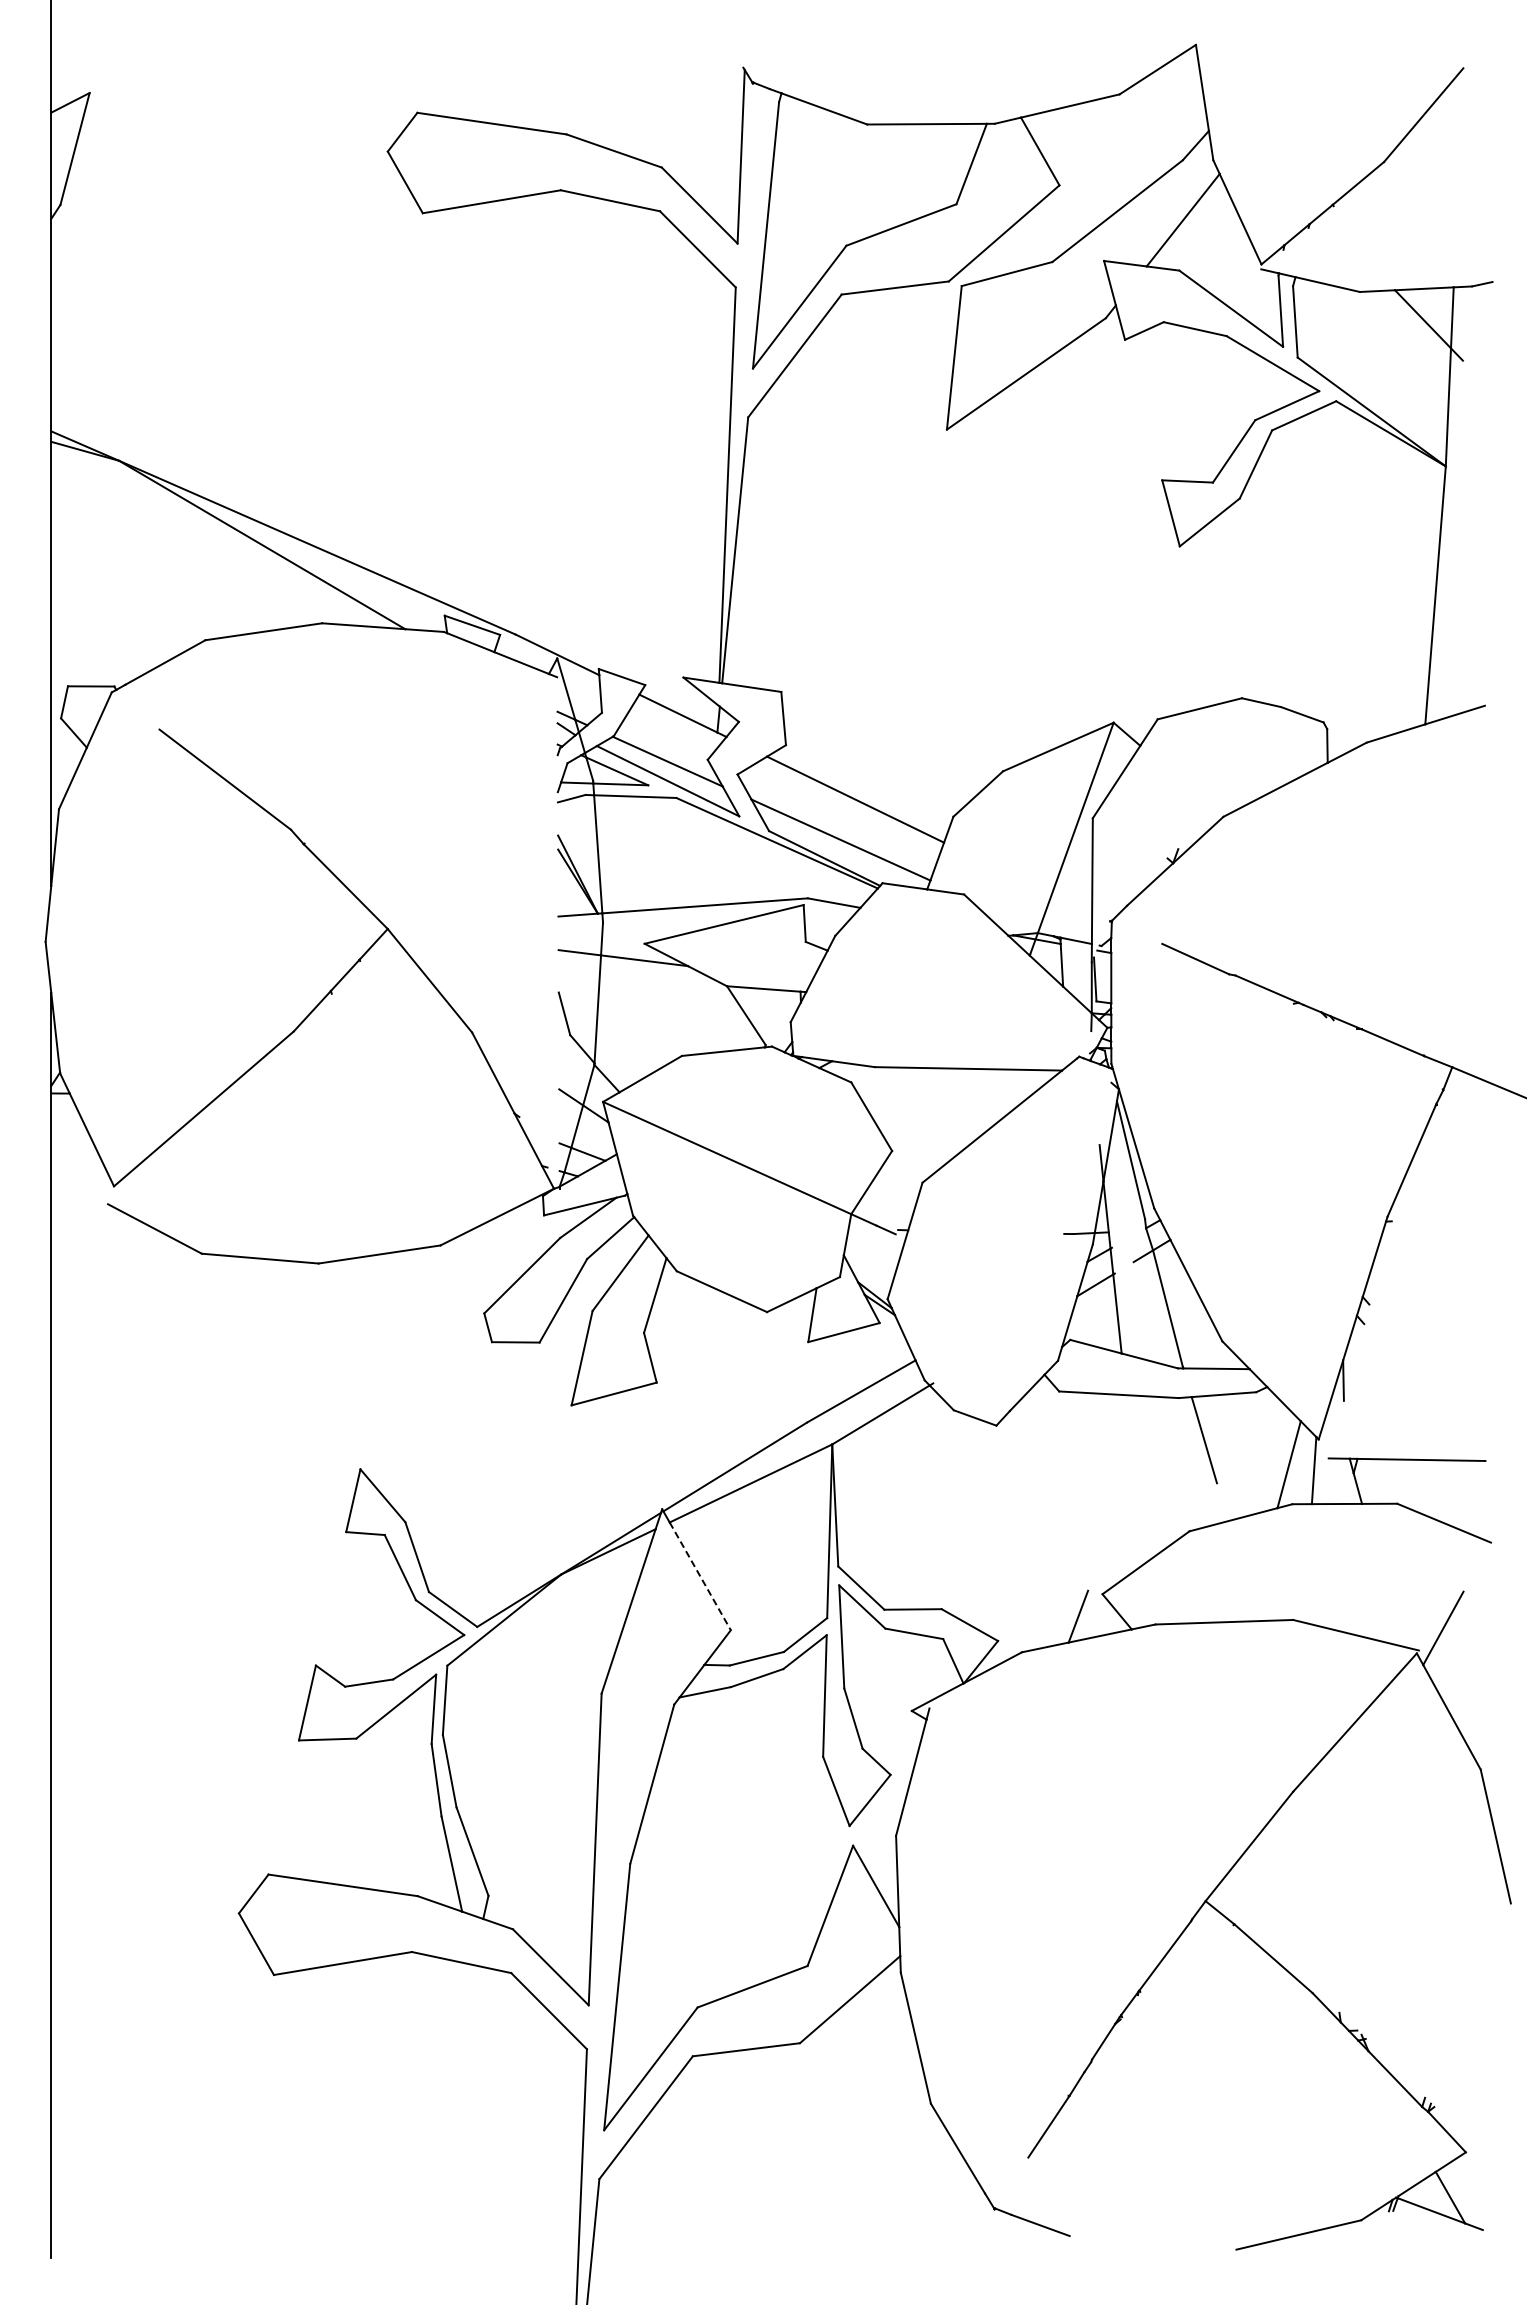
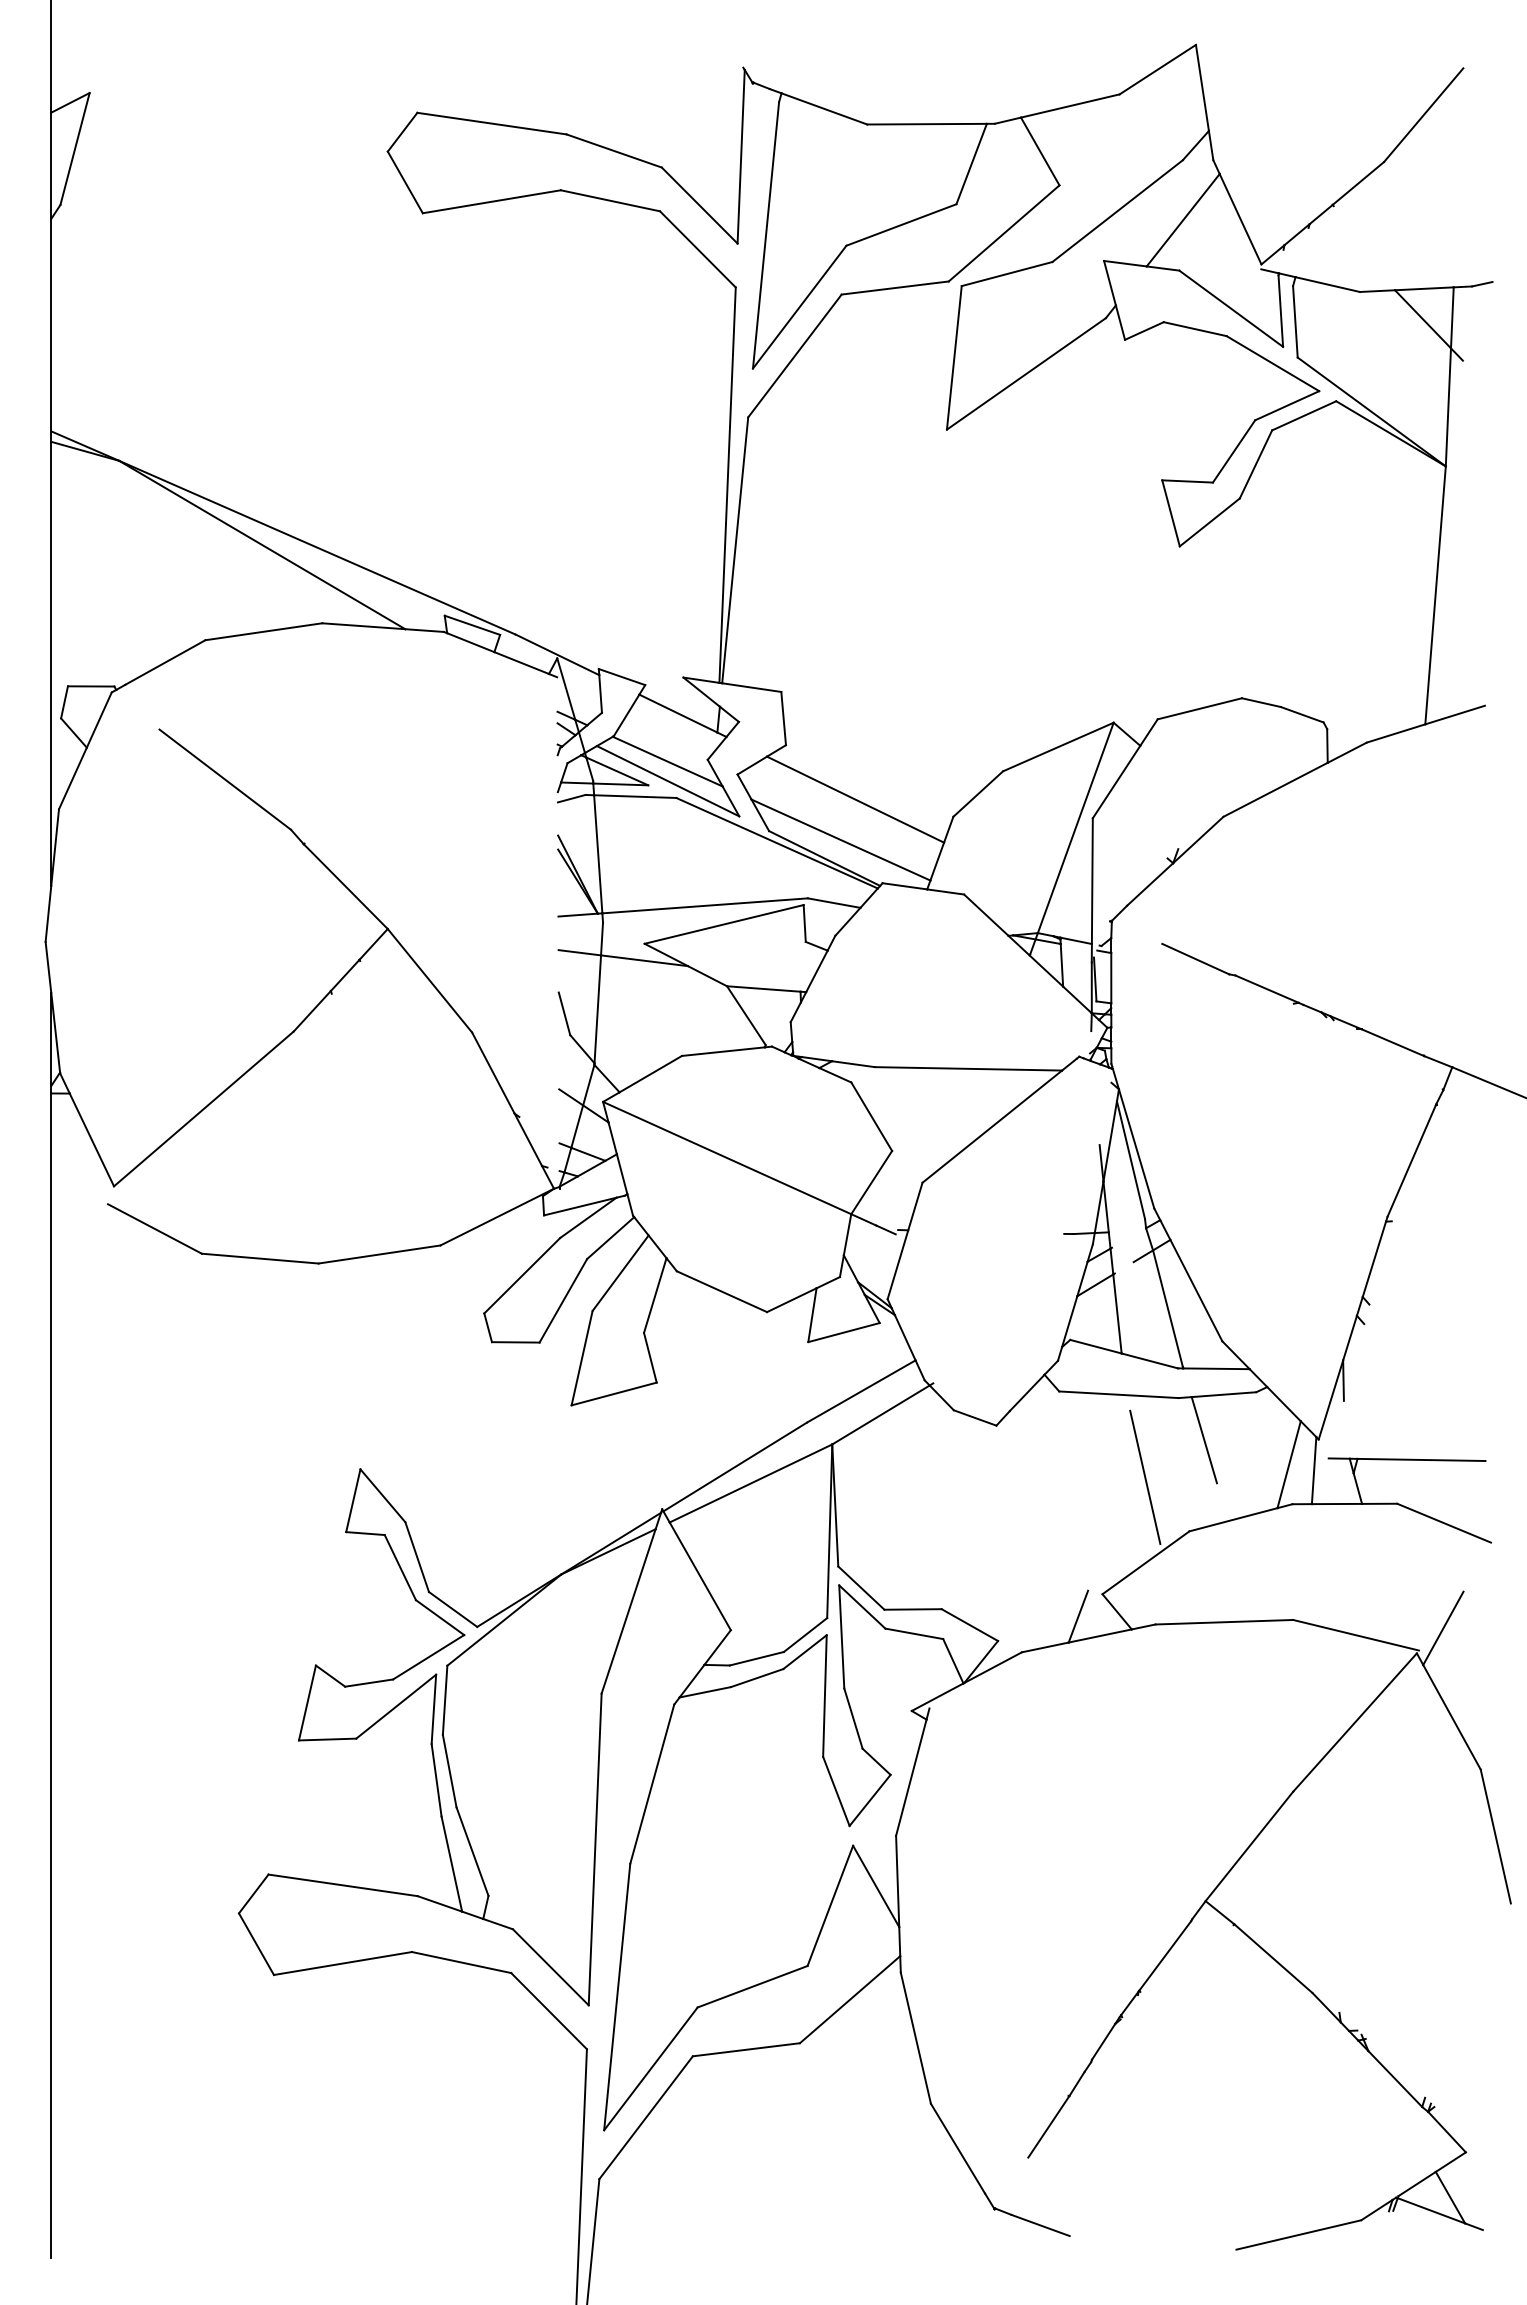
line at (1145, 1477): none -> present
line at (700, 1576): dashed -> solid
